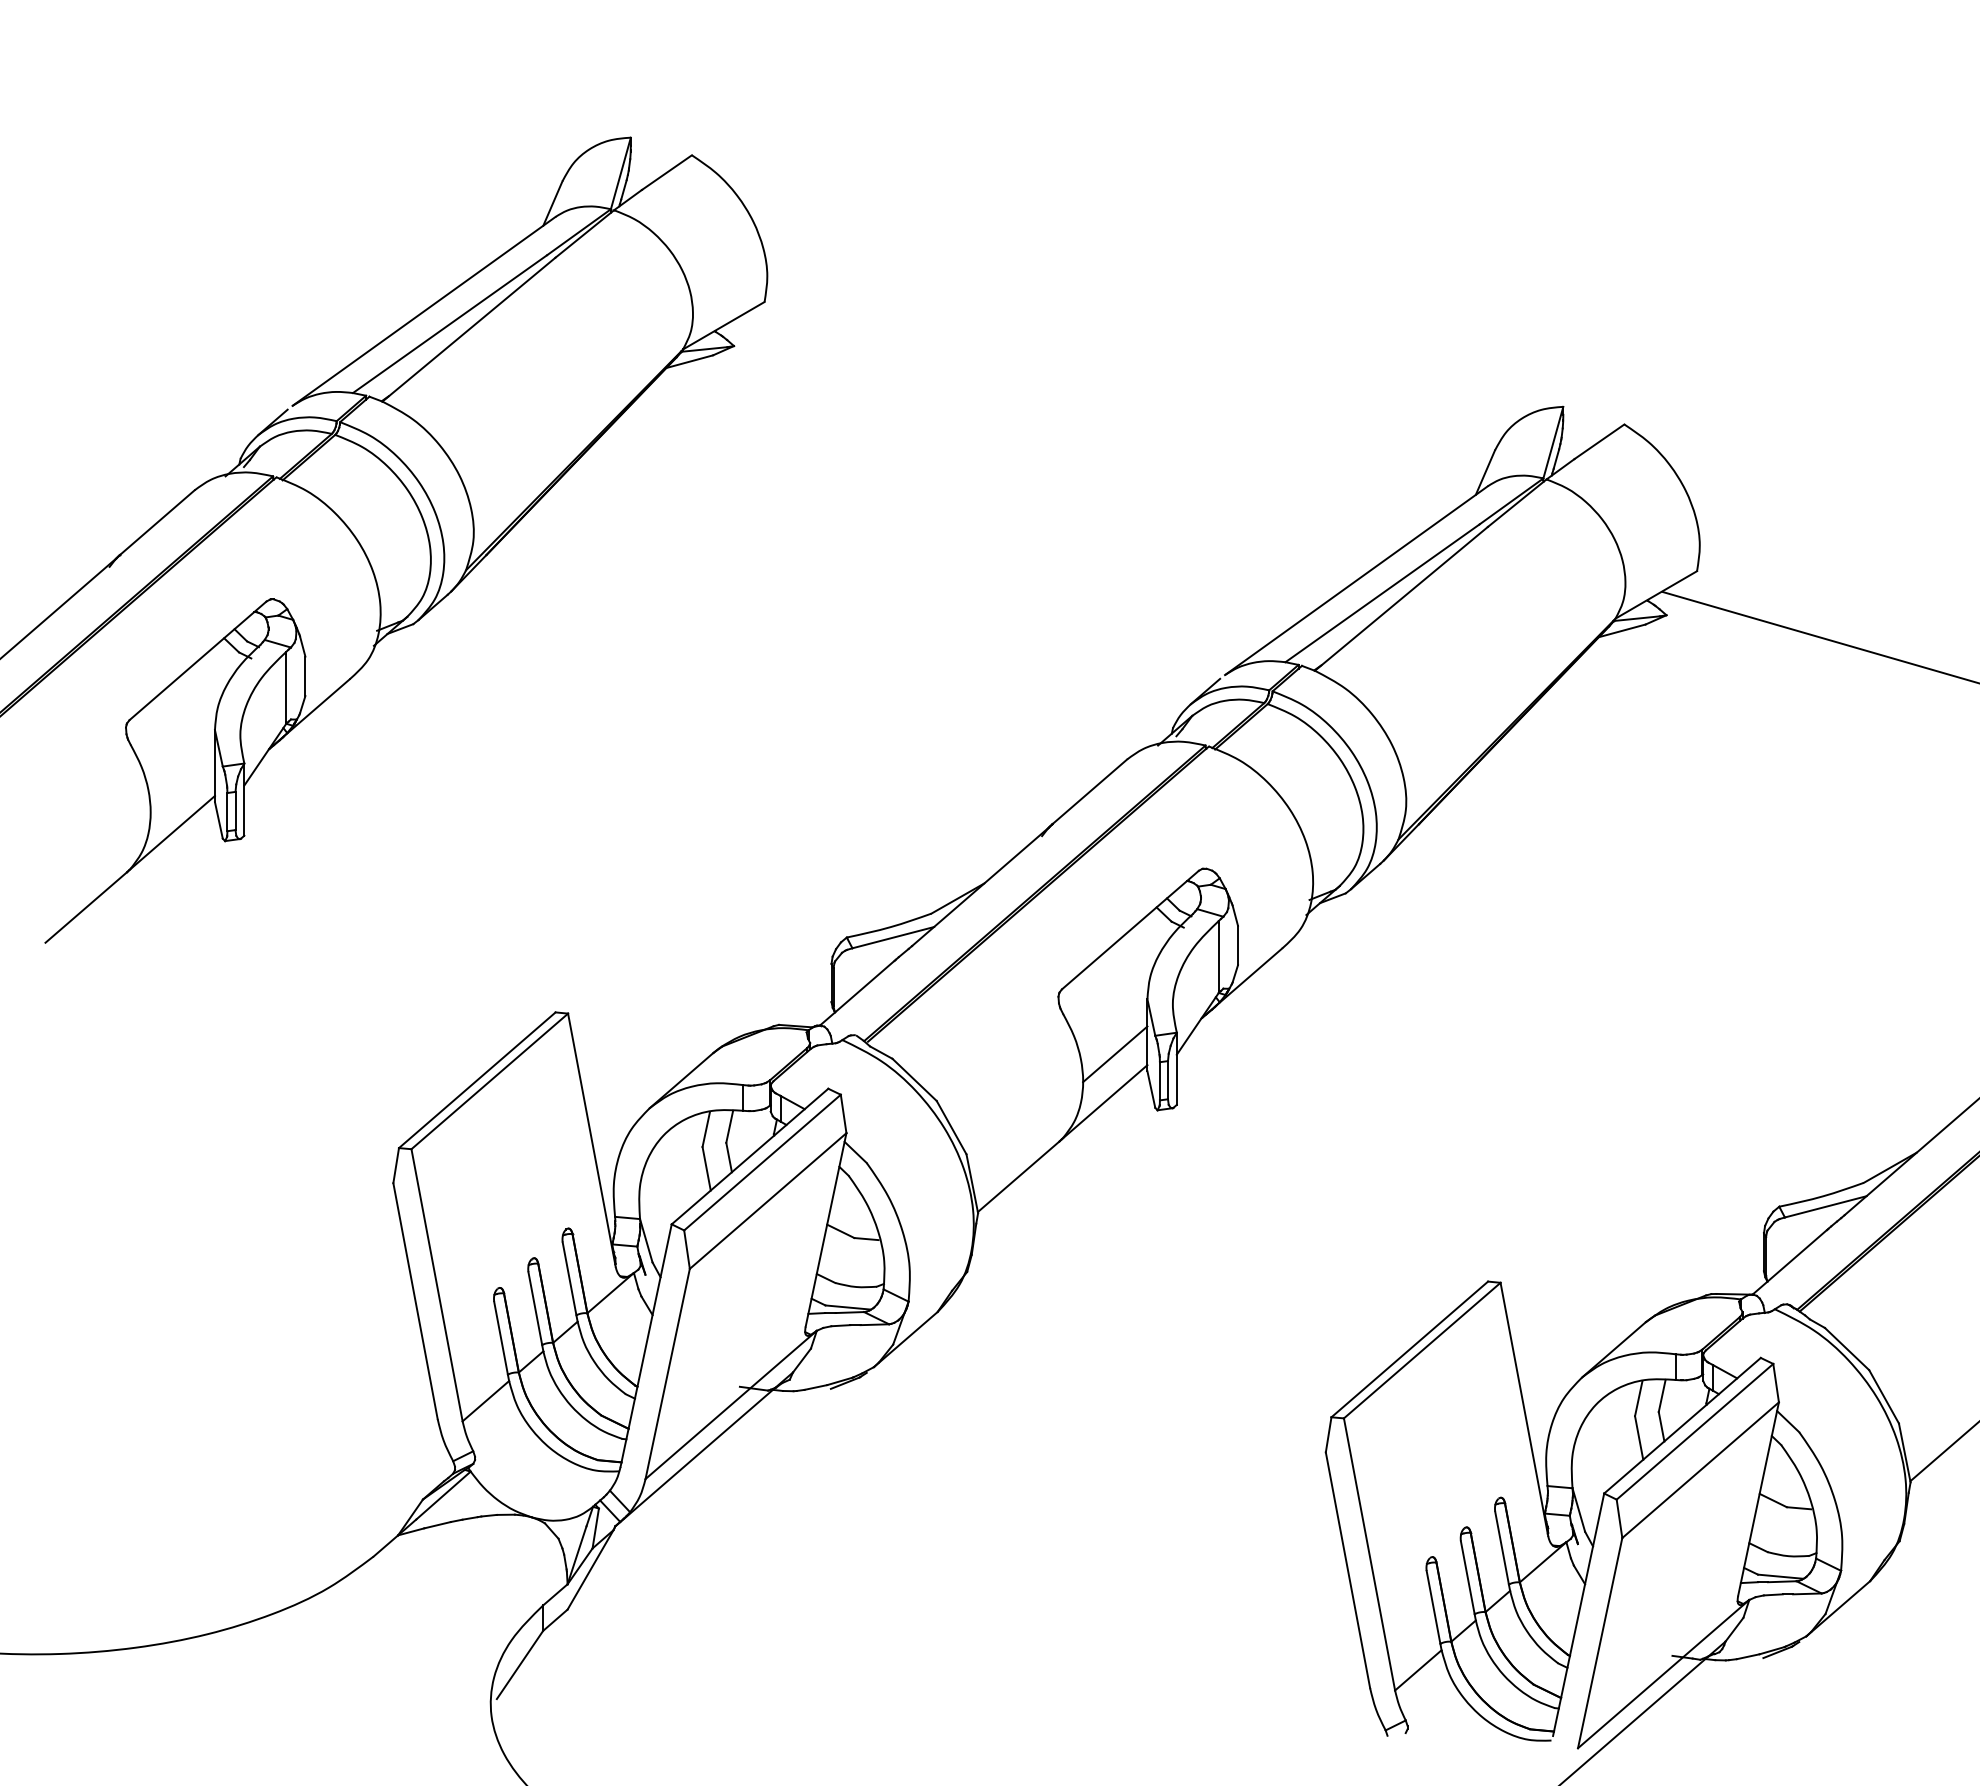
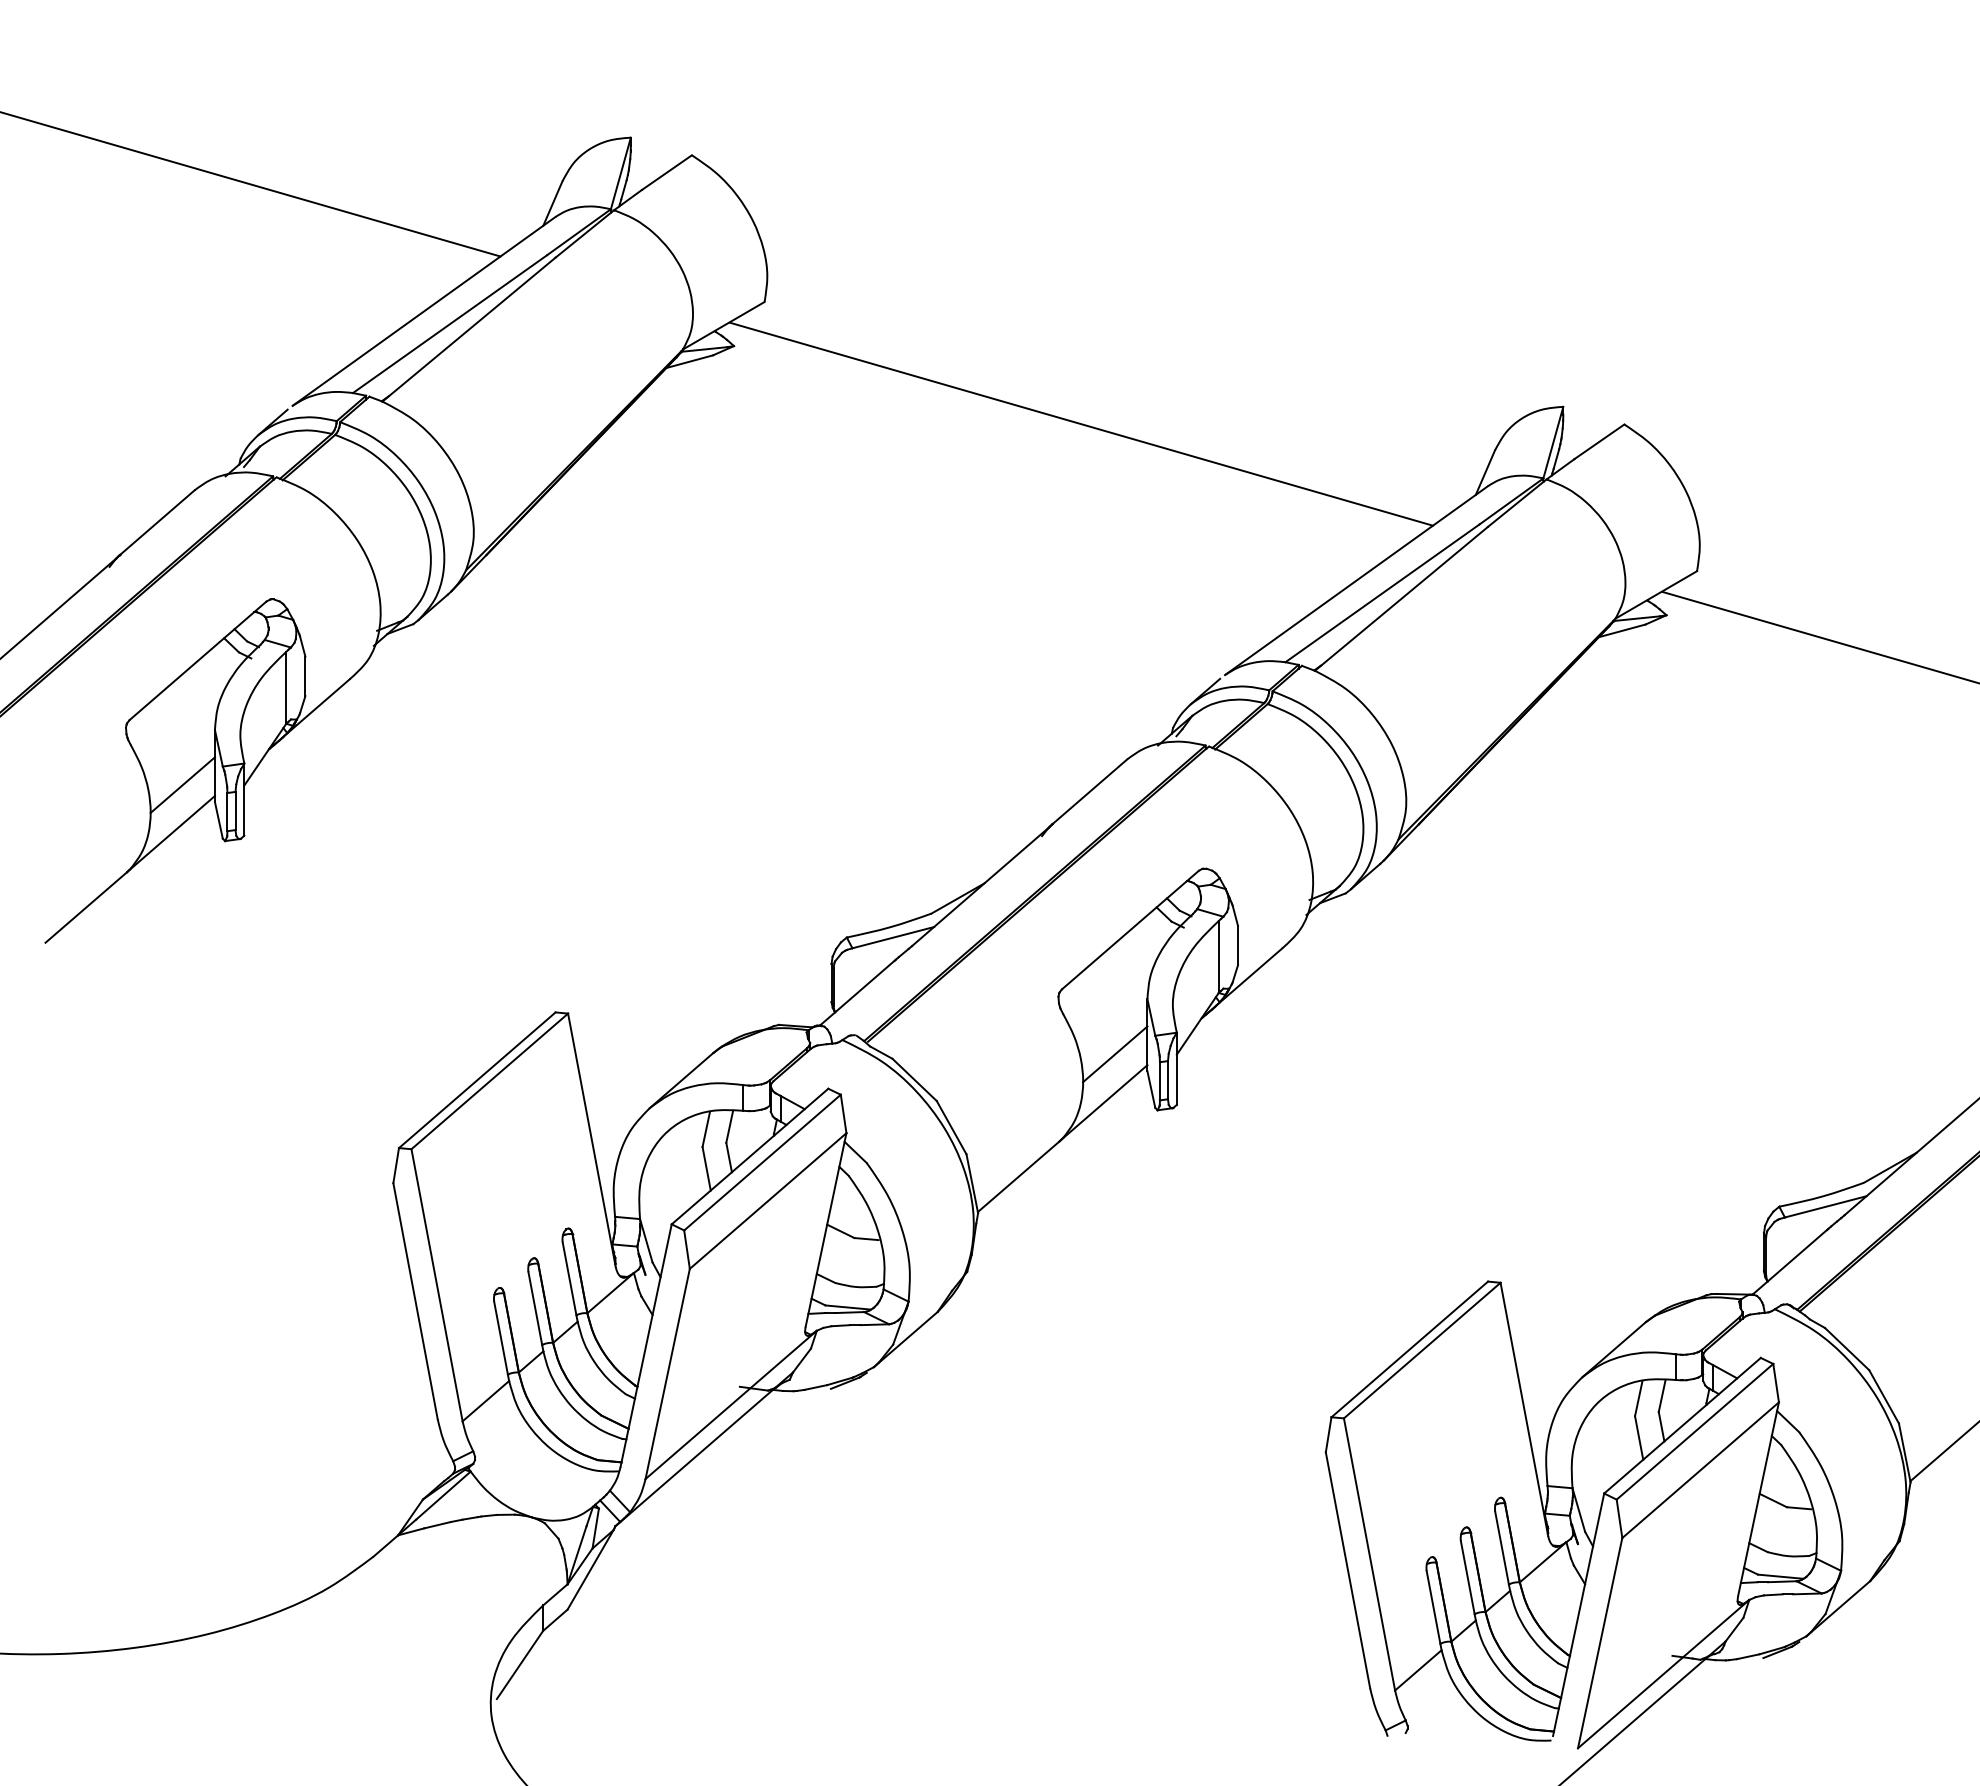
line at (251, 184): none -> present
line at (1081, 423): none -> present
line at (182, 784): none -> present
